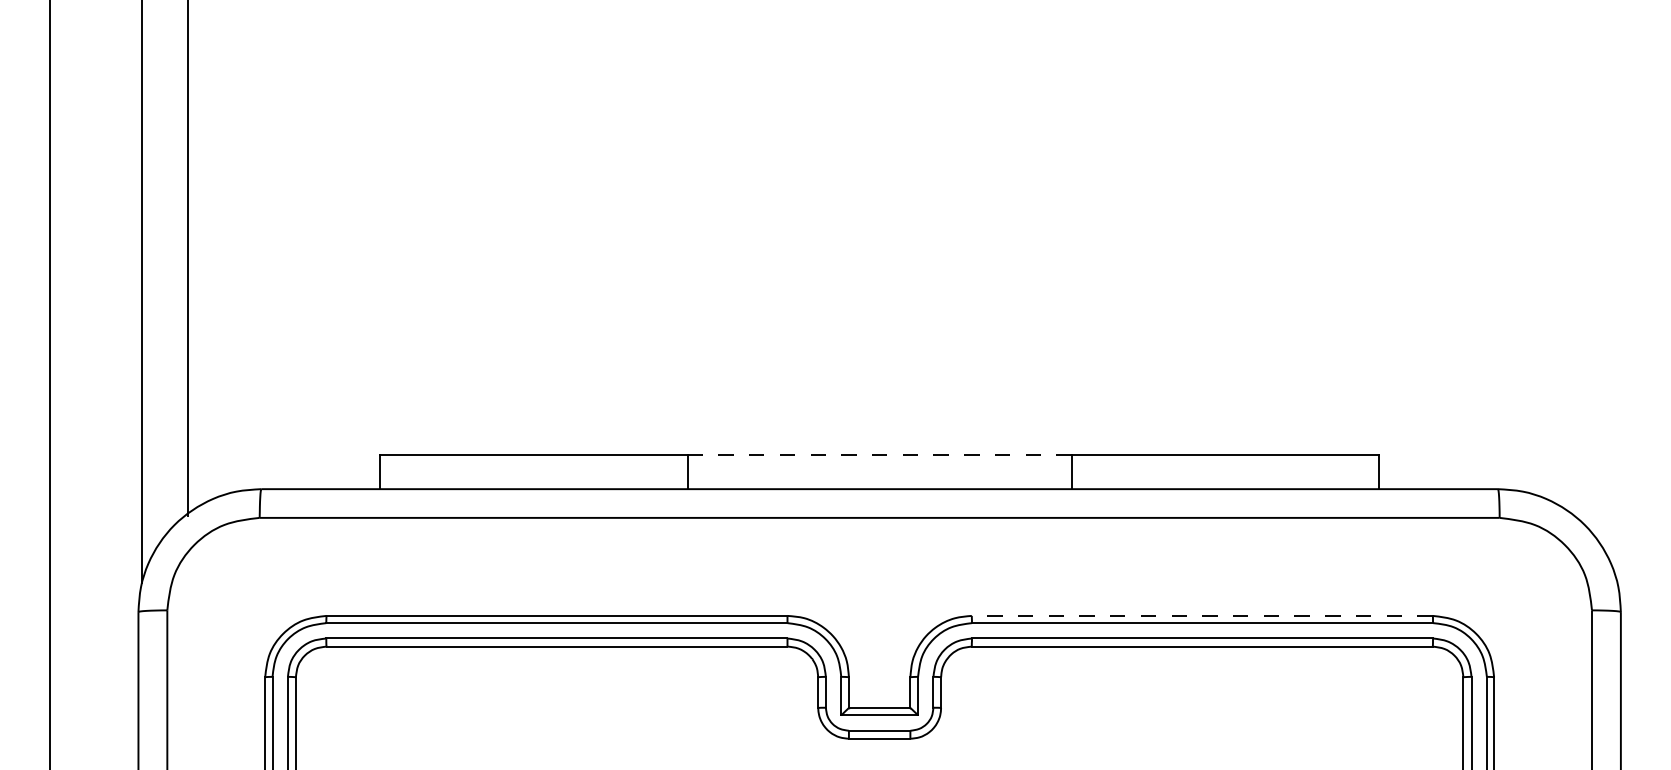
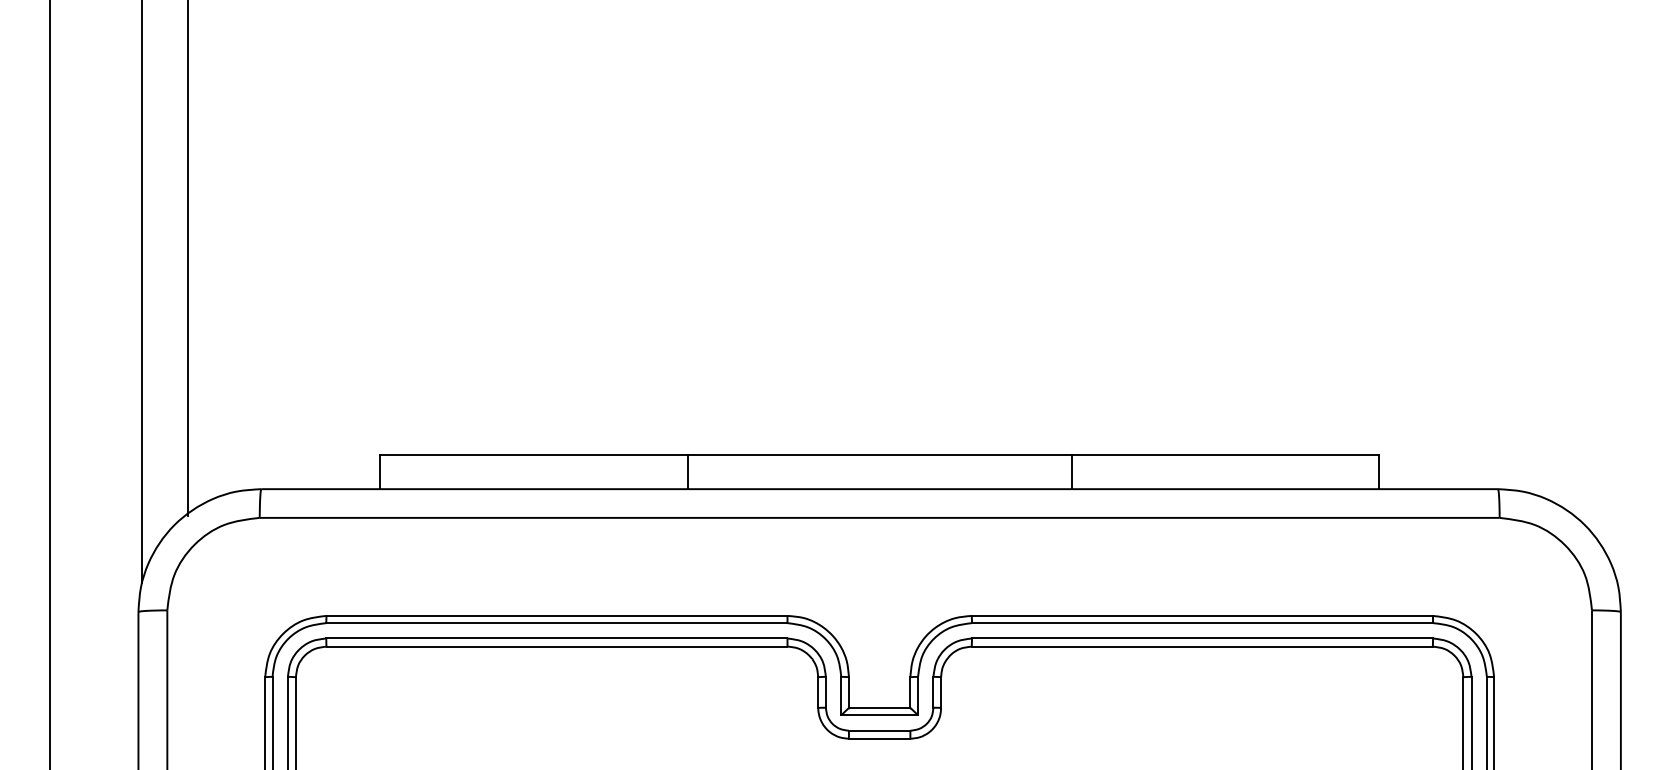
line at (879, 454): dashed -> solid
line at (1201, 615): dashed -> solid
